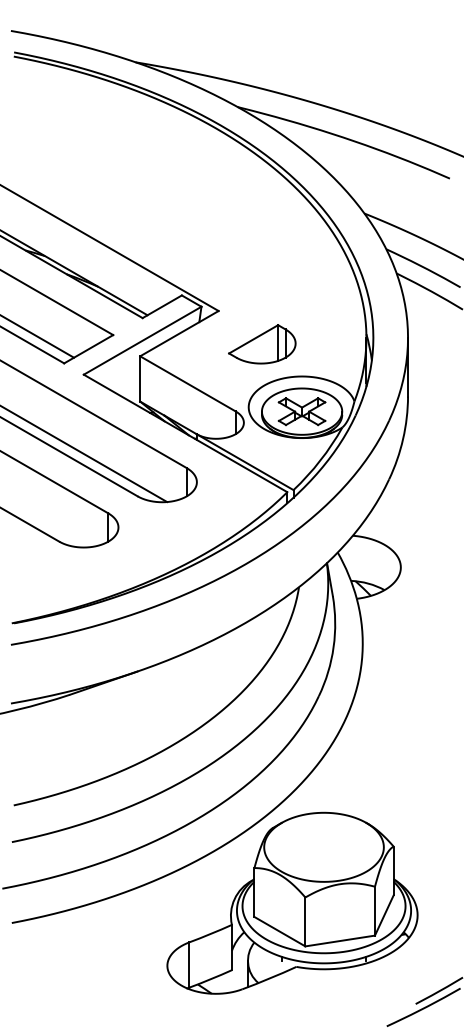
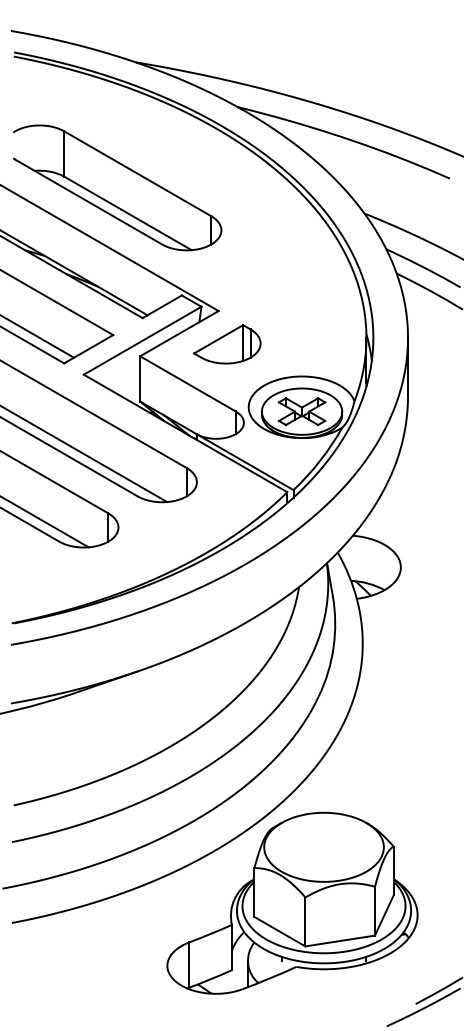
part at (117, 187): none -> present
part at (262, 344) position: (262, 344) -> (227, 344)
line at (45, 522): none -> present
